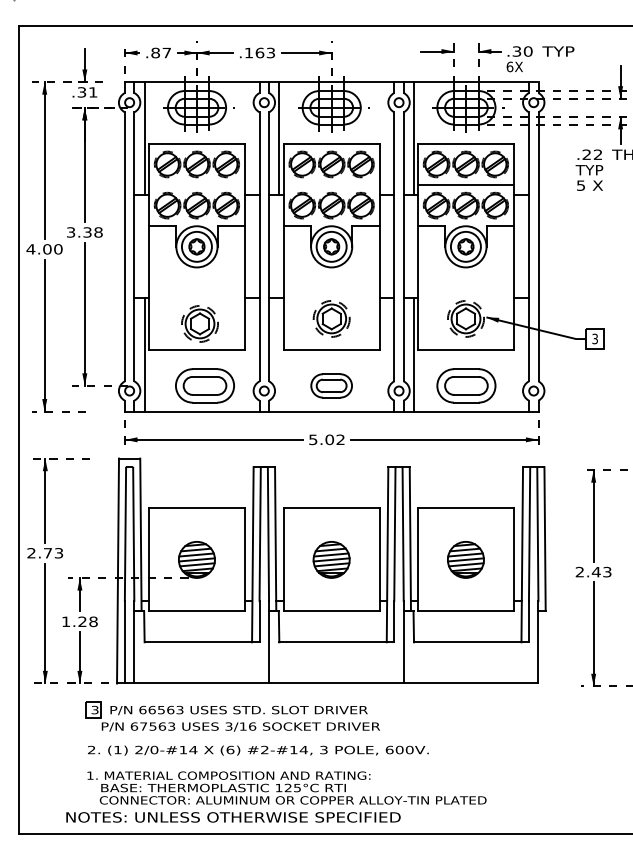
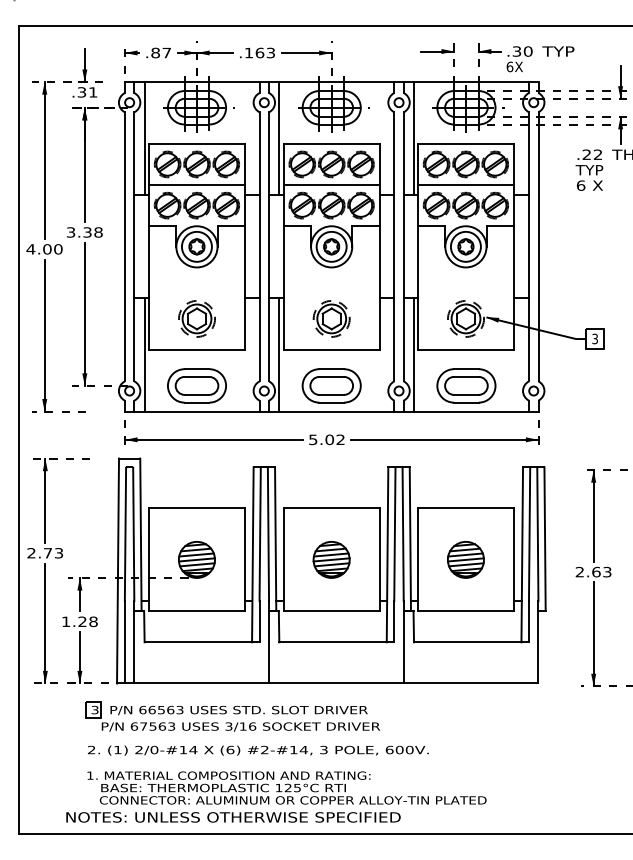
line at (196, 185): none -> present
line at (331, 185): none -> present
text at (580, 185): 5 -> 6
part at (199, 323) position: (199, 323) -> (196, 318)
line at (279, 354): none -> present
part at (204, 385) position: (204, 385) -> (196, 385)
part at (331, 385) size: 43x26 px -> 61x36 px
text at (595, 571): 2.43 -> 2.63
